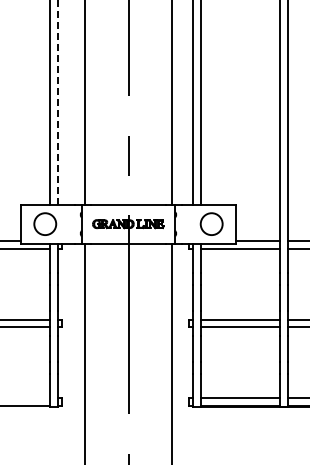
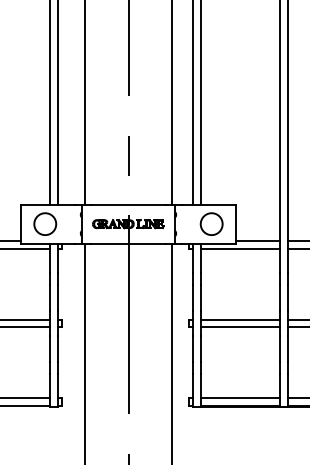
line at (57, 102): dashed -> solid
line at (25, 397): none -> present
